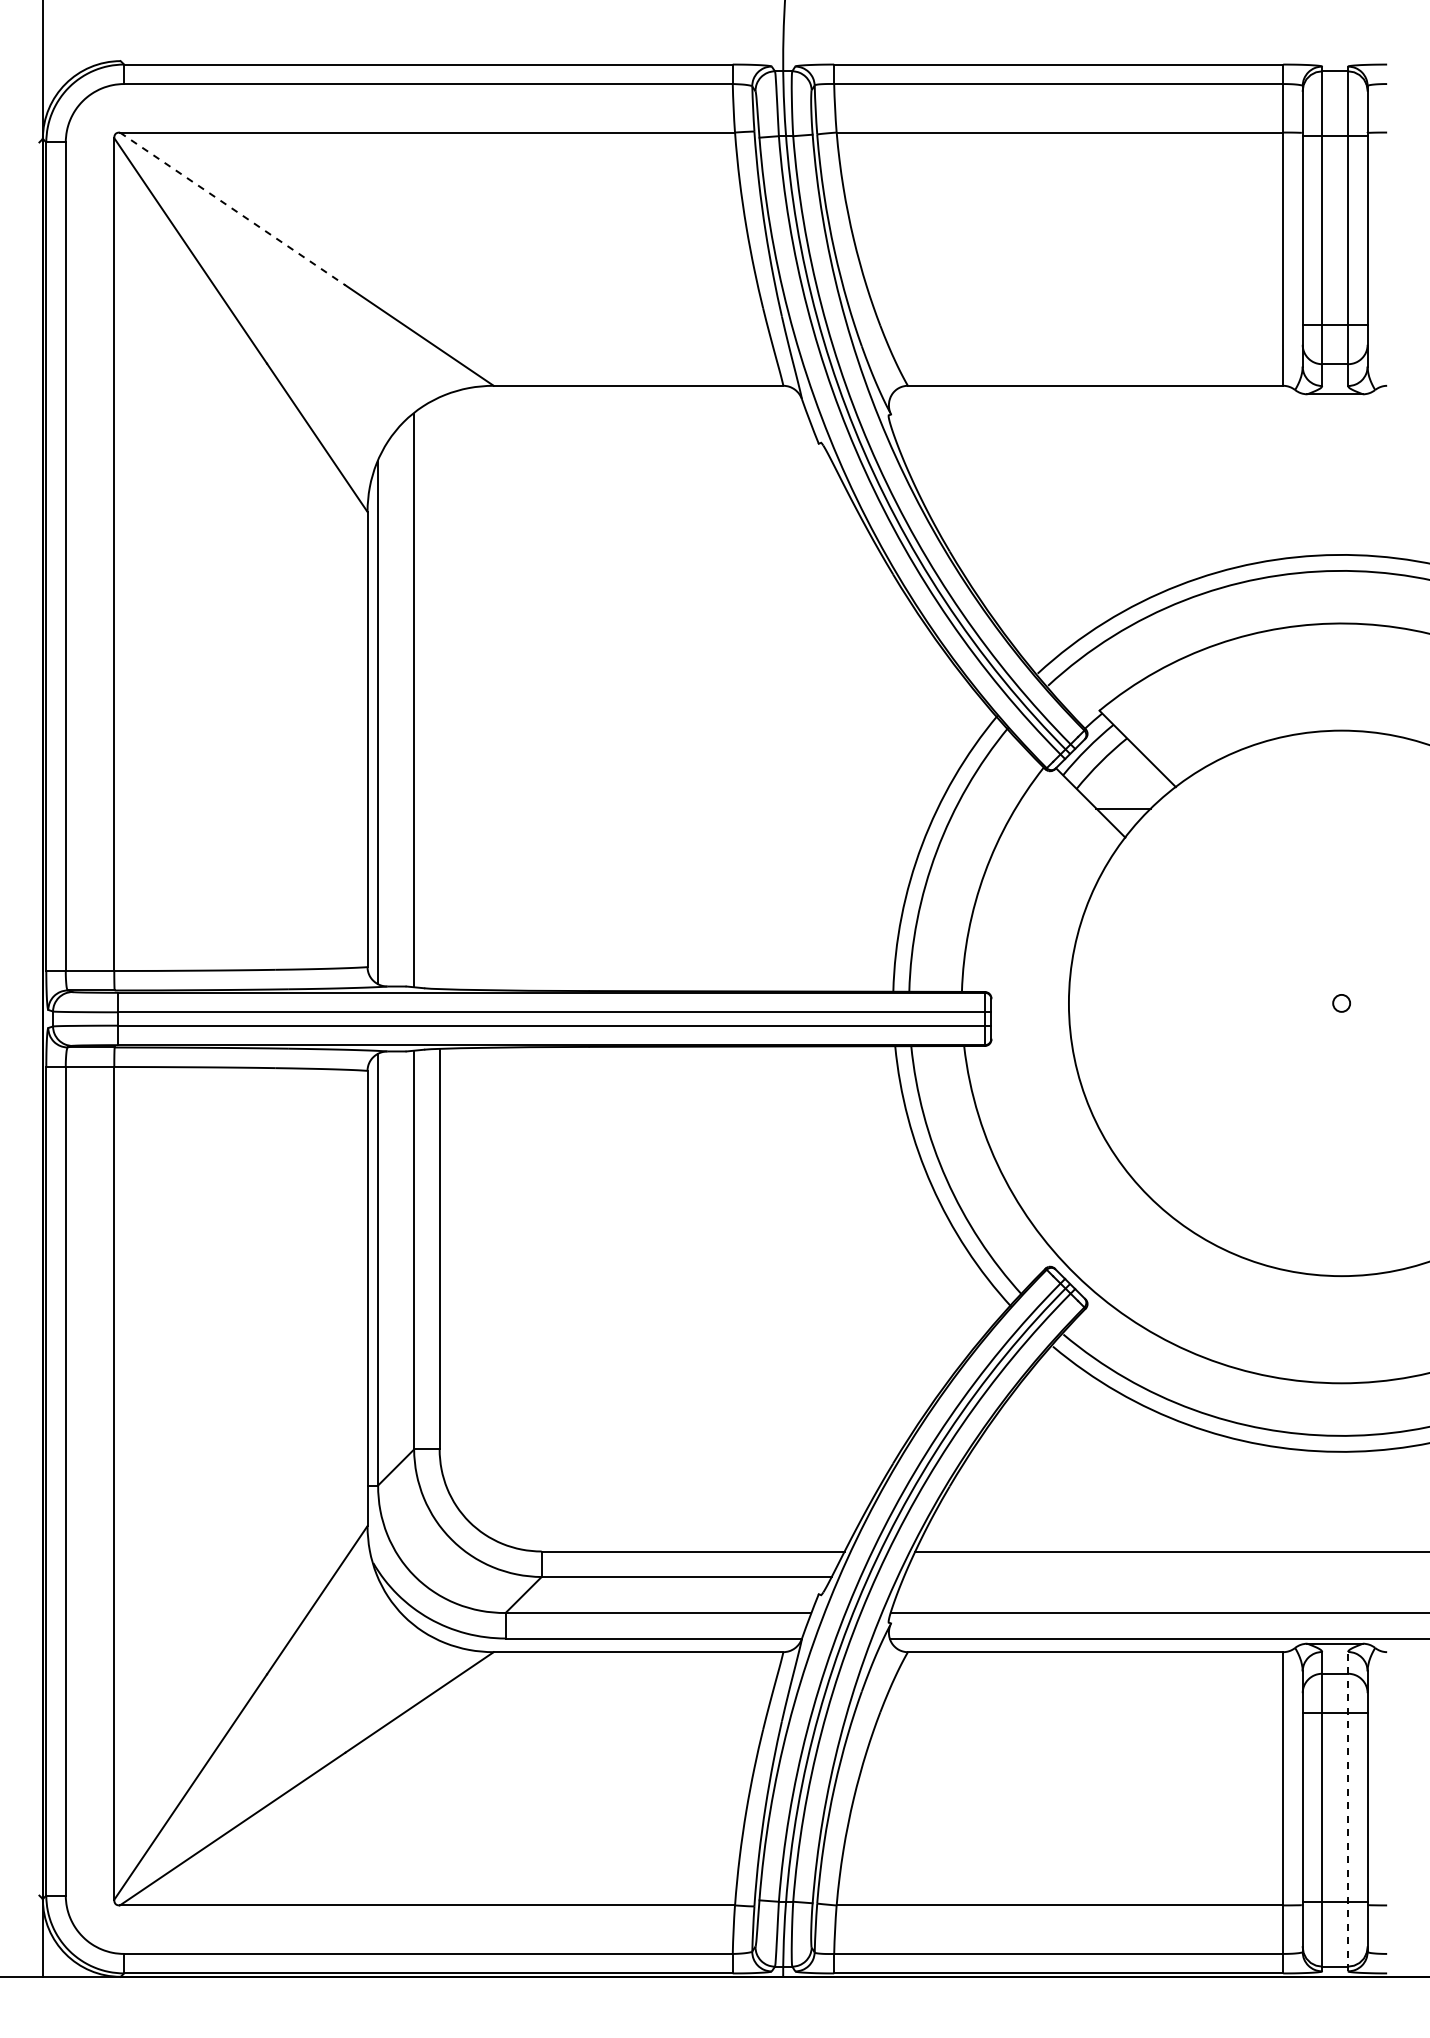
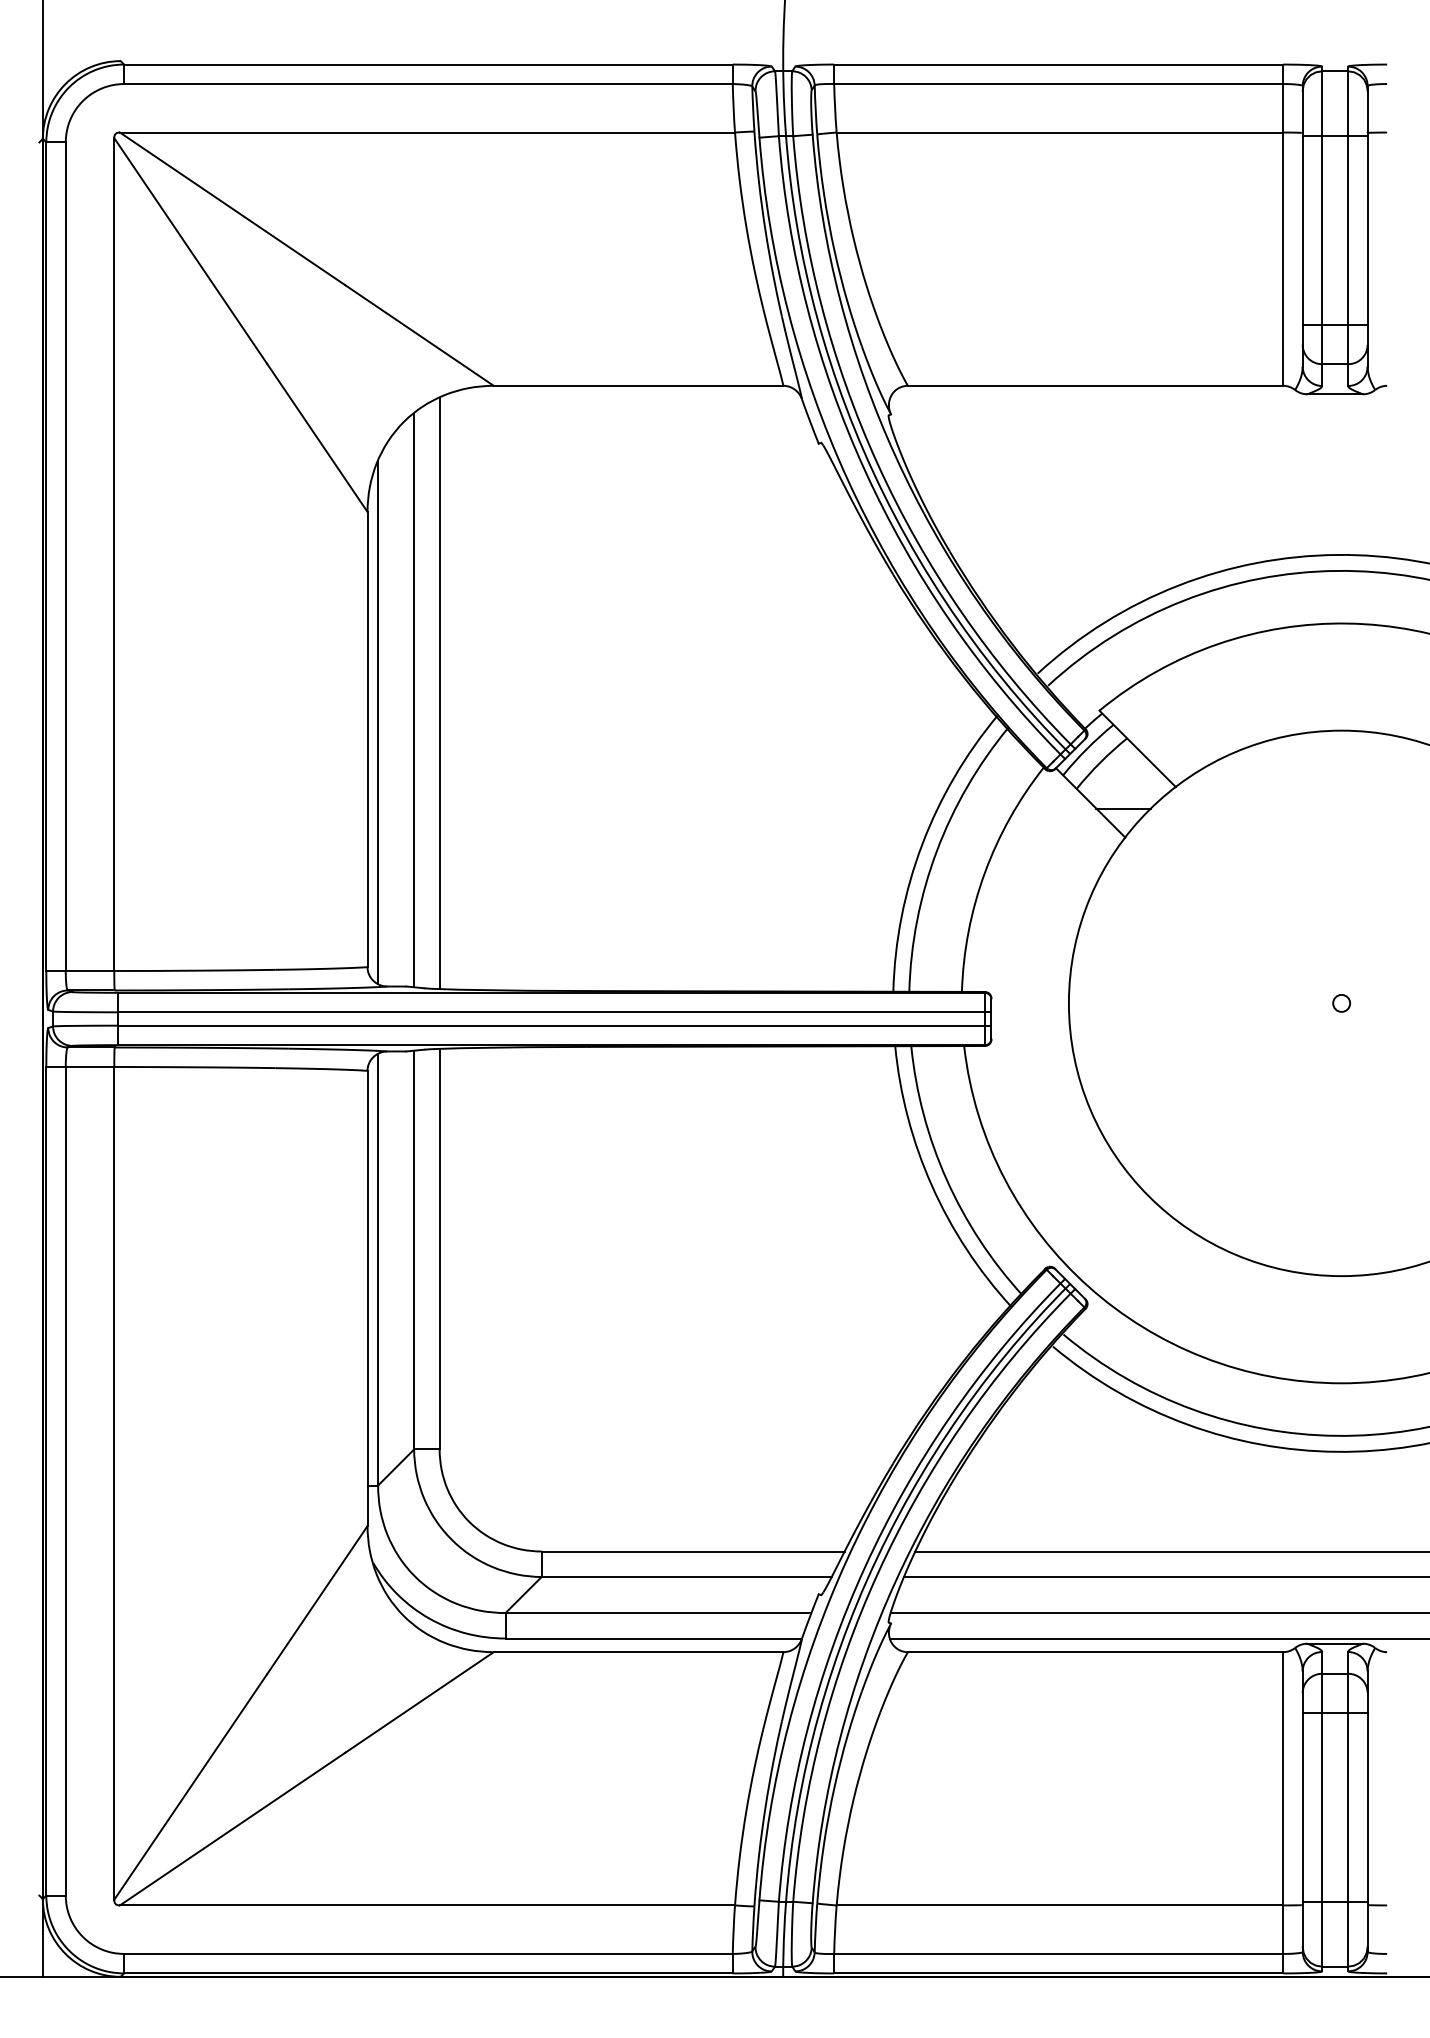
line at (233, 209): dashed -> solid
line at (439, 693): none -> present
line at (1165, 1577): none -> present
line at (1348, 1811): dashed -> solid
